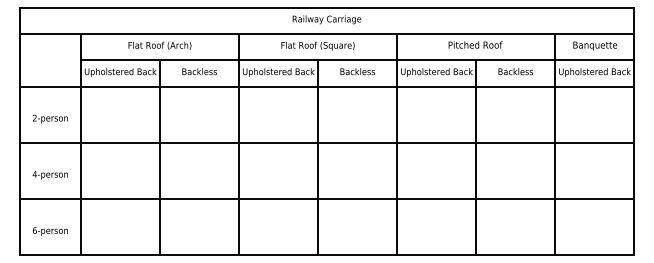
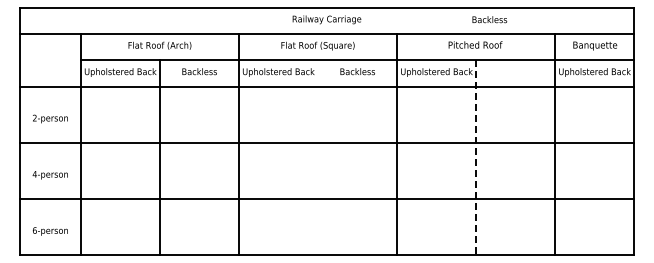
text at (515, 71) position: (515, 71) -> (489, 19)
line at (318, 157): present -> none
line at (476, 158): solid -> dashed
